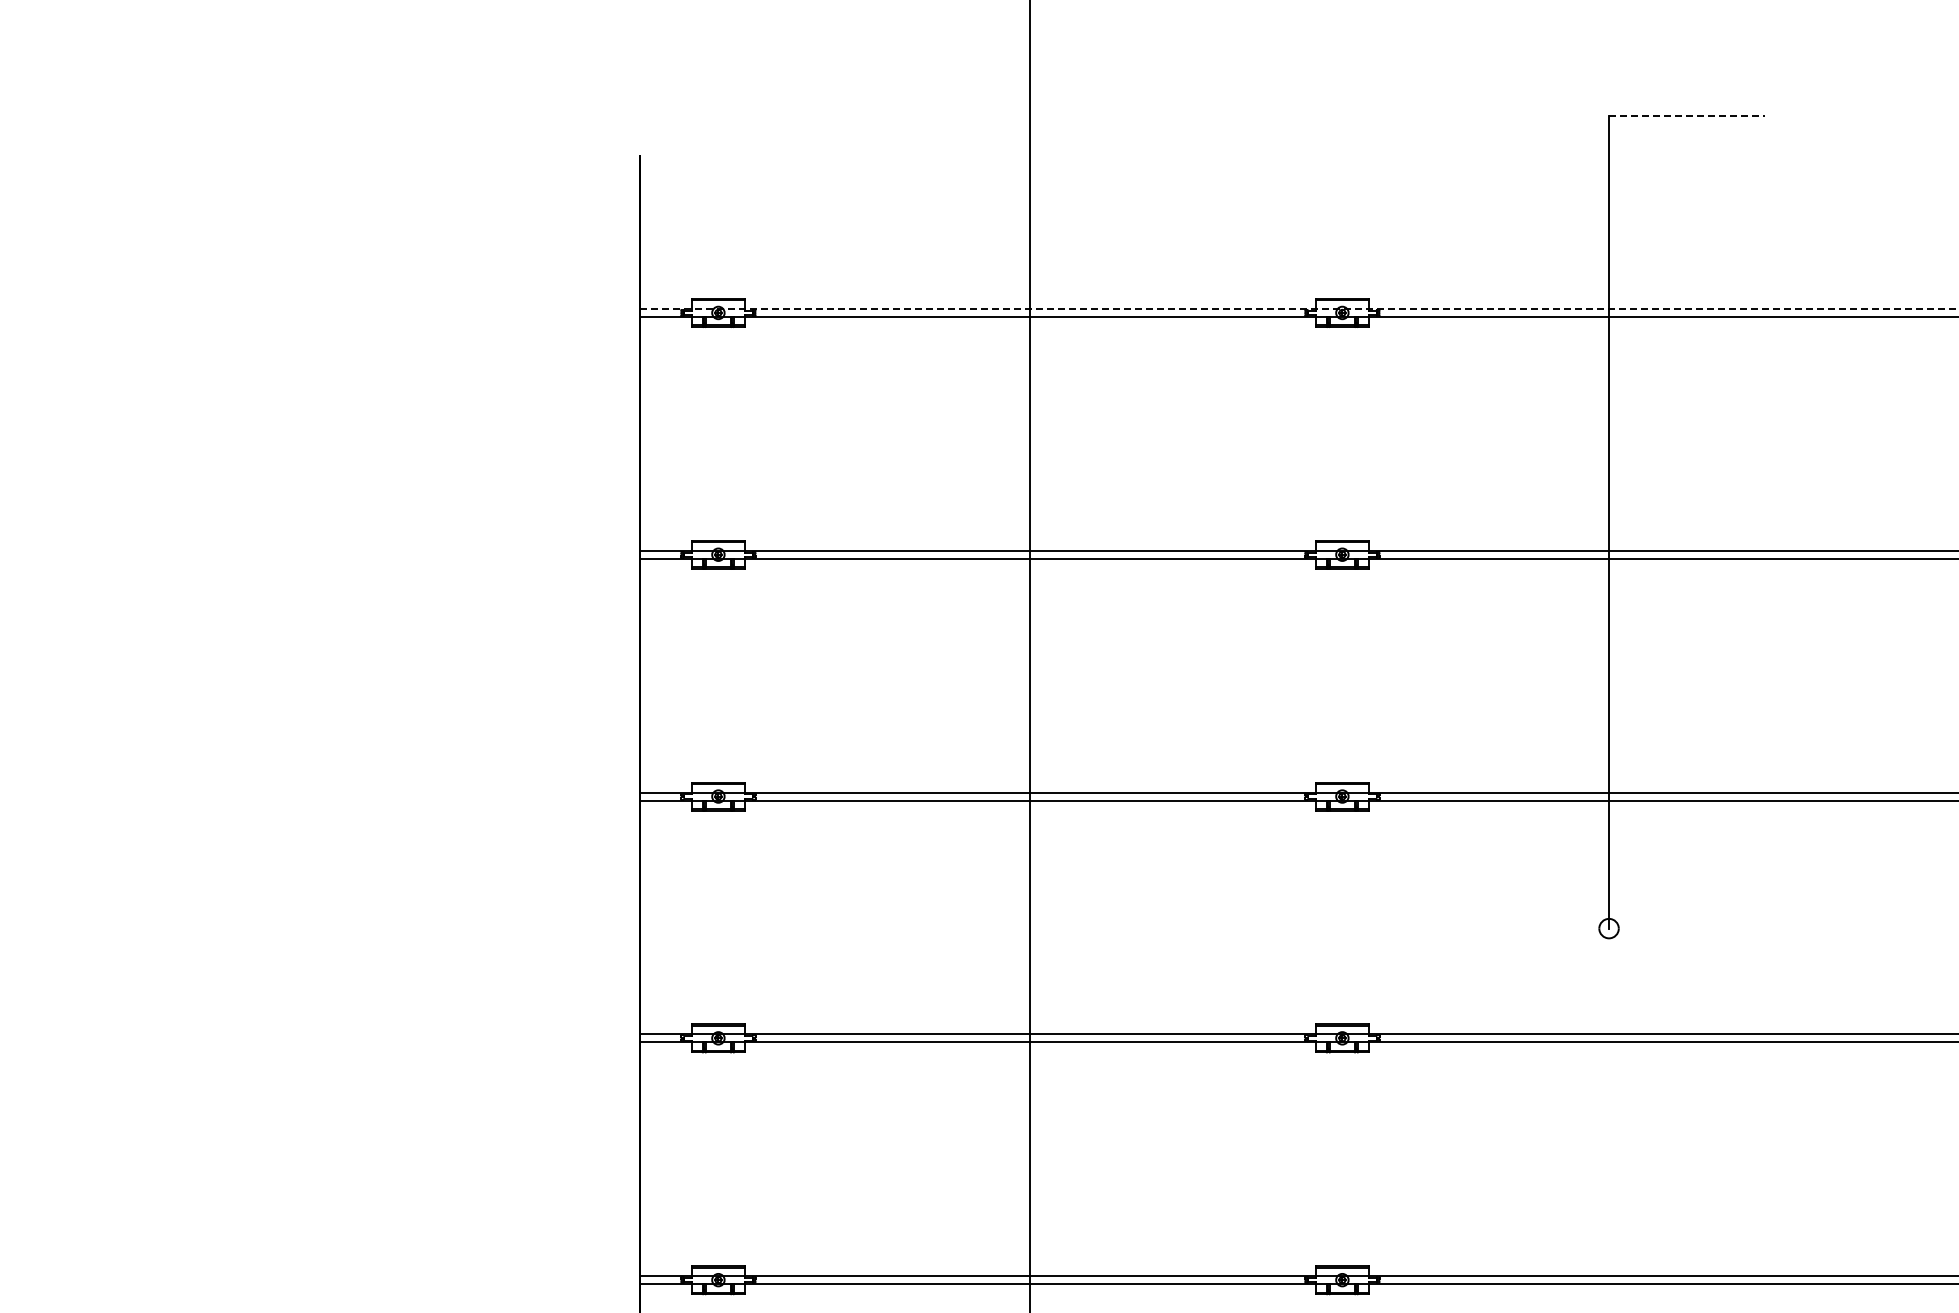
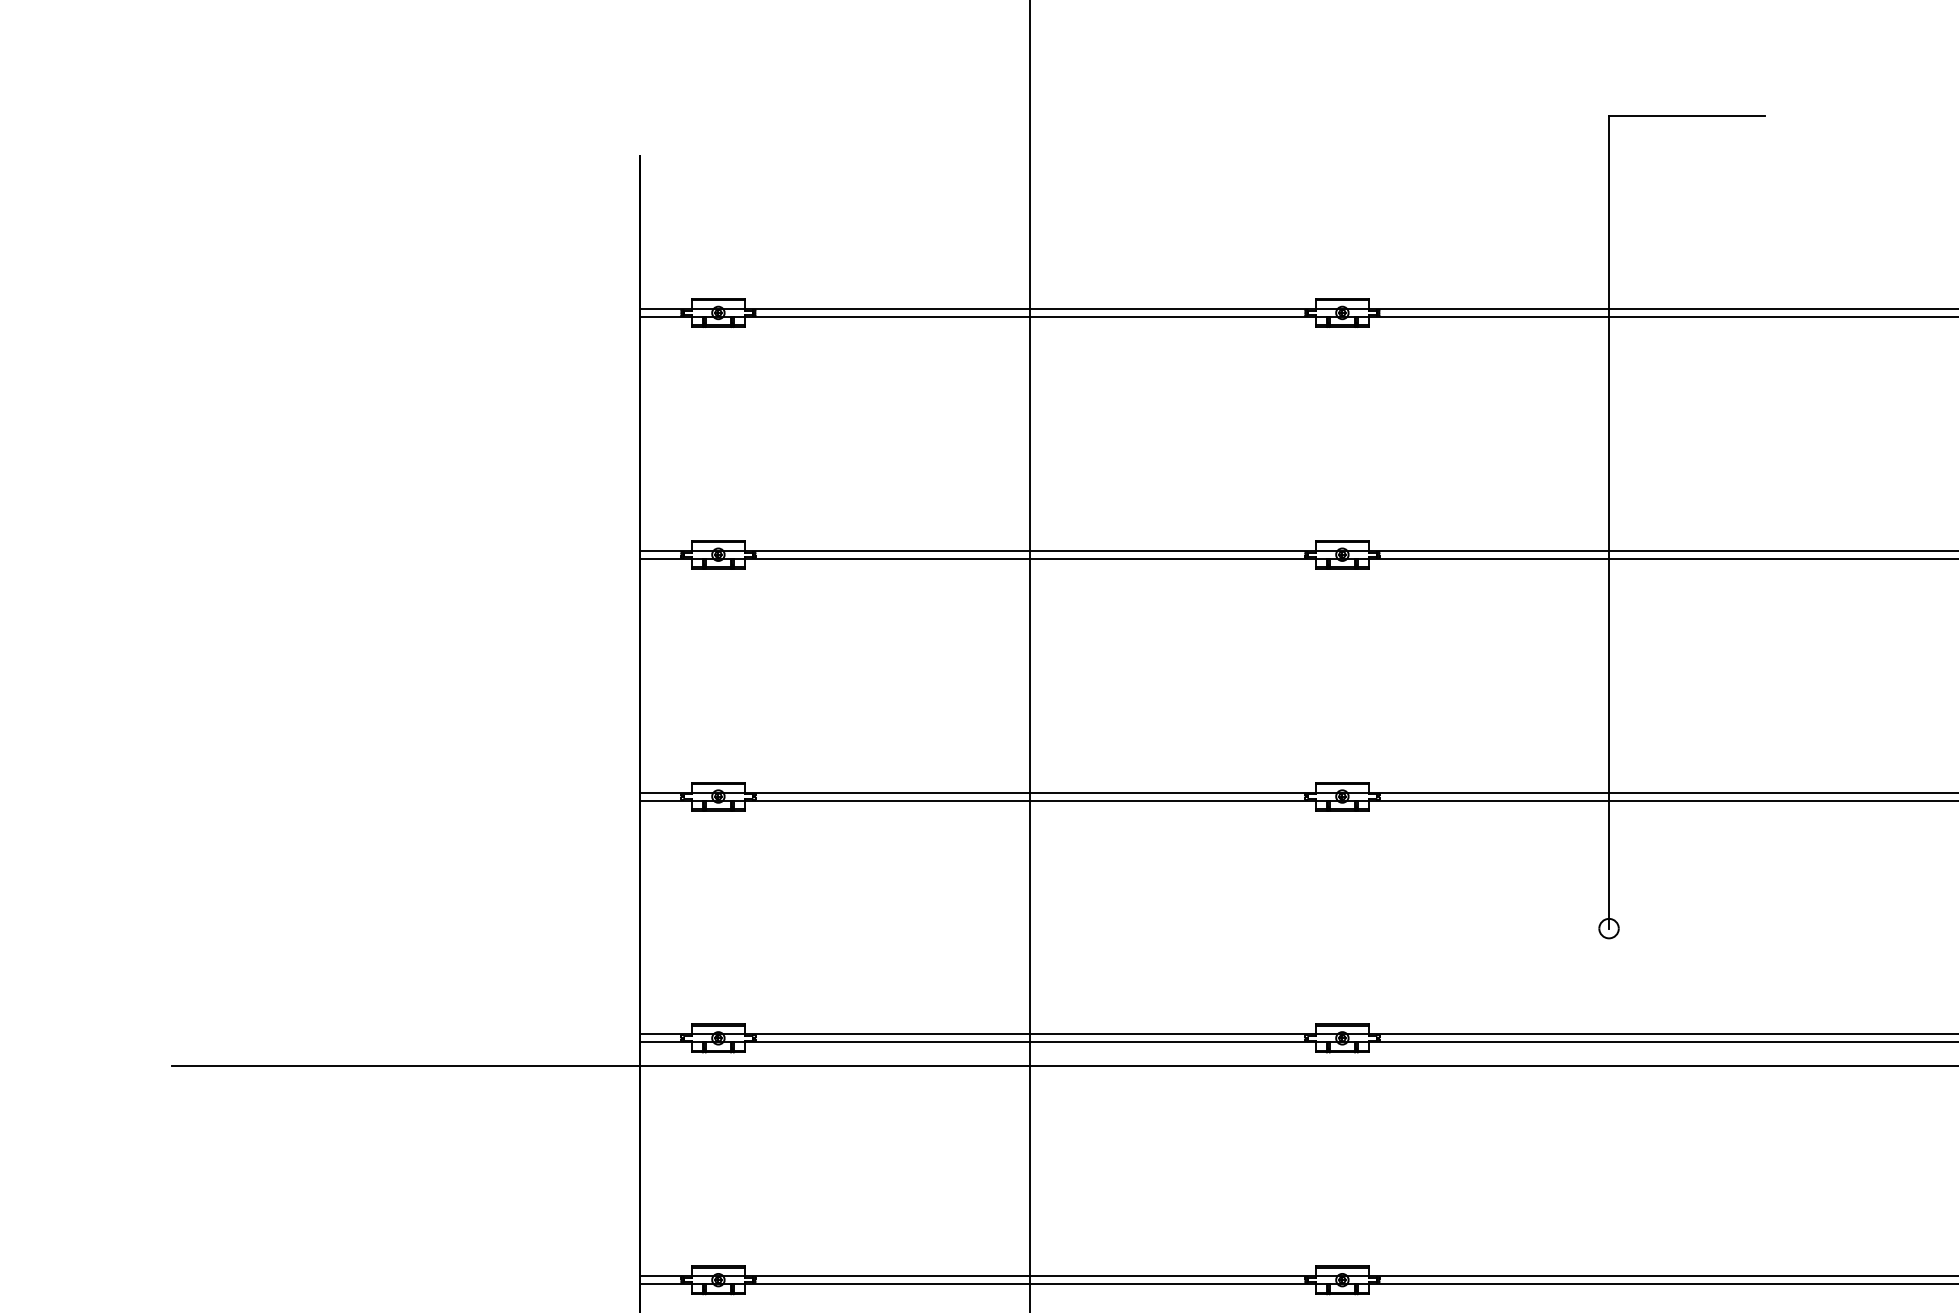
line at (1687, 116): dashed -> solid
line at (1299, 309): dashed -> solid
line at (1063, 1065): none -> present
